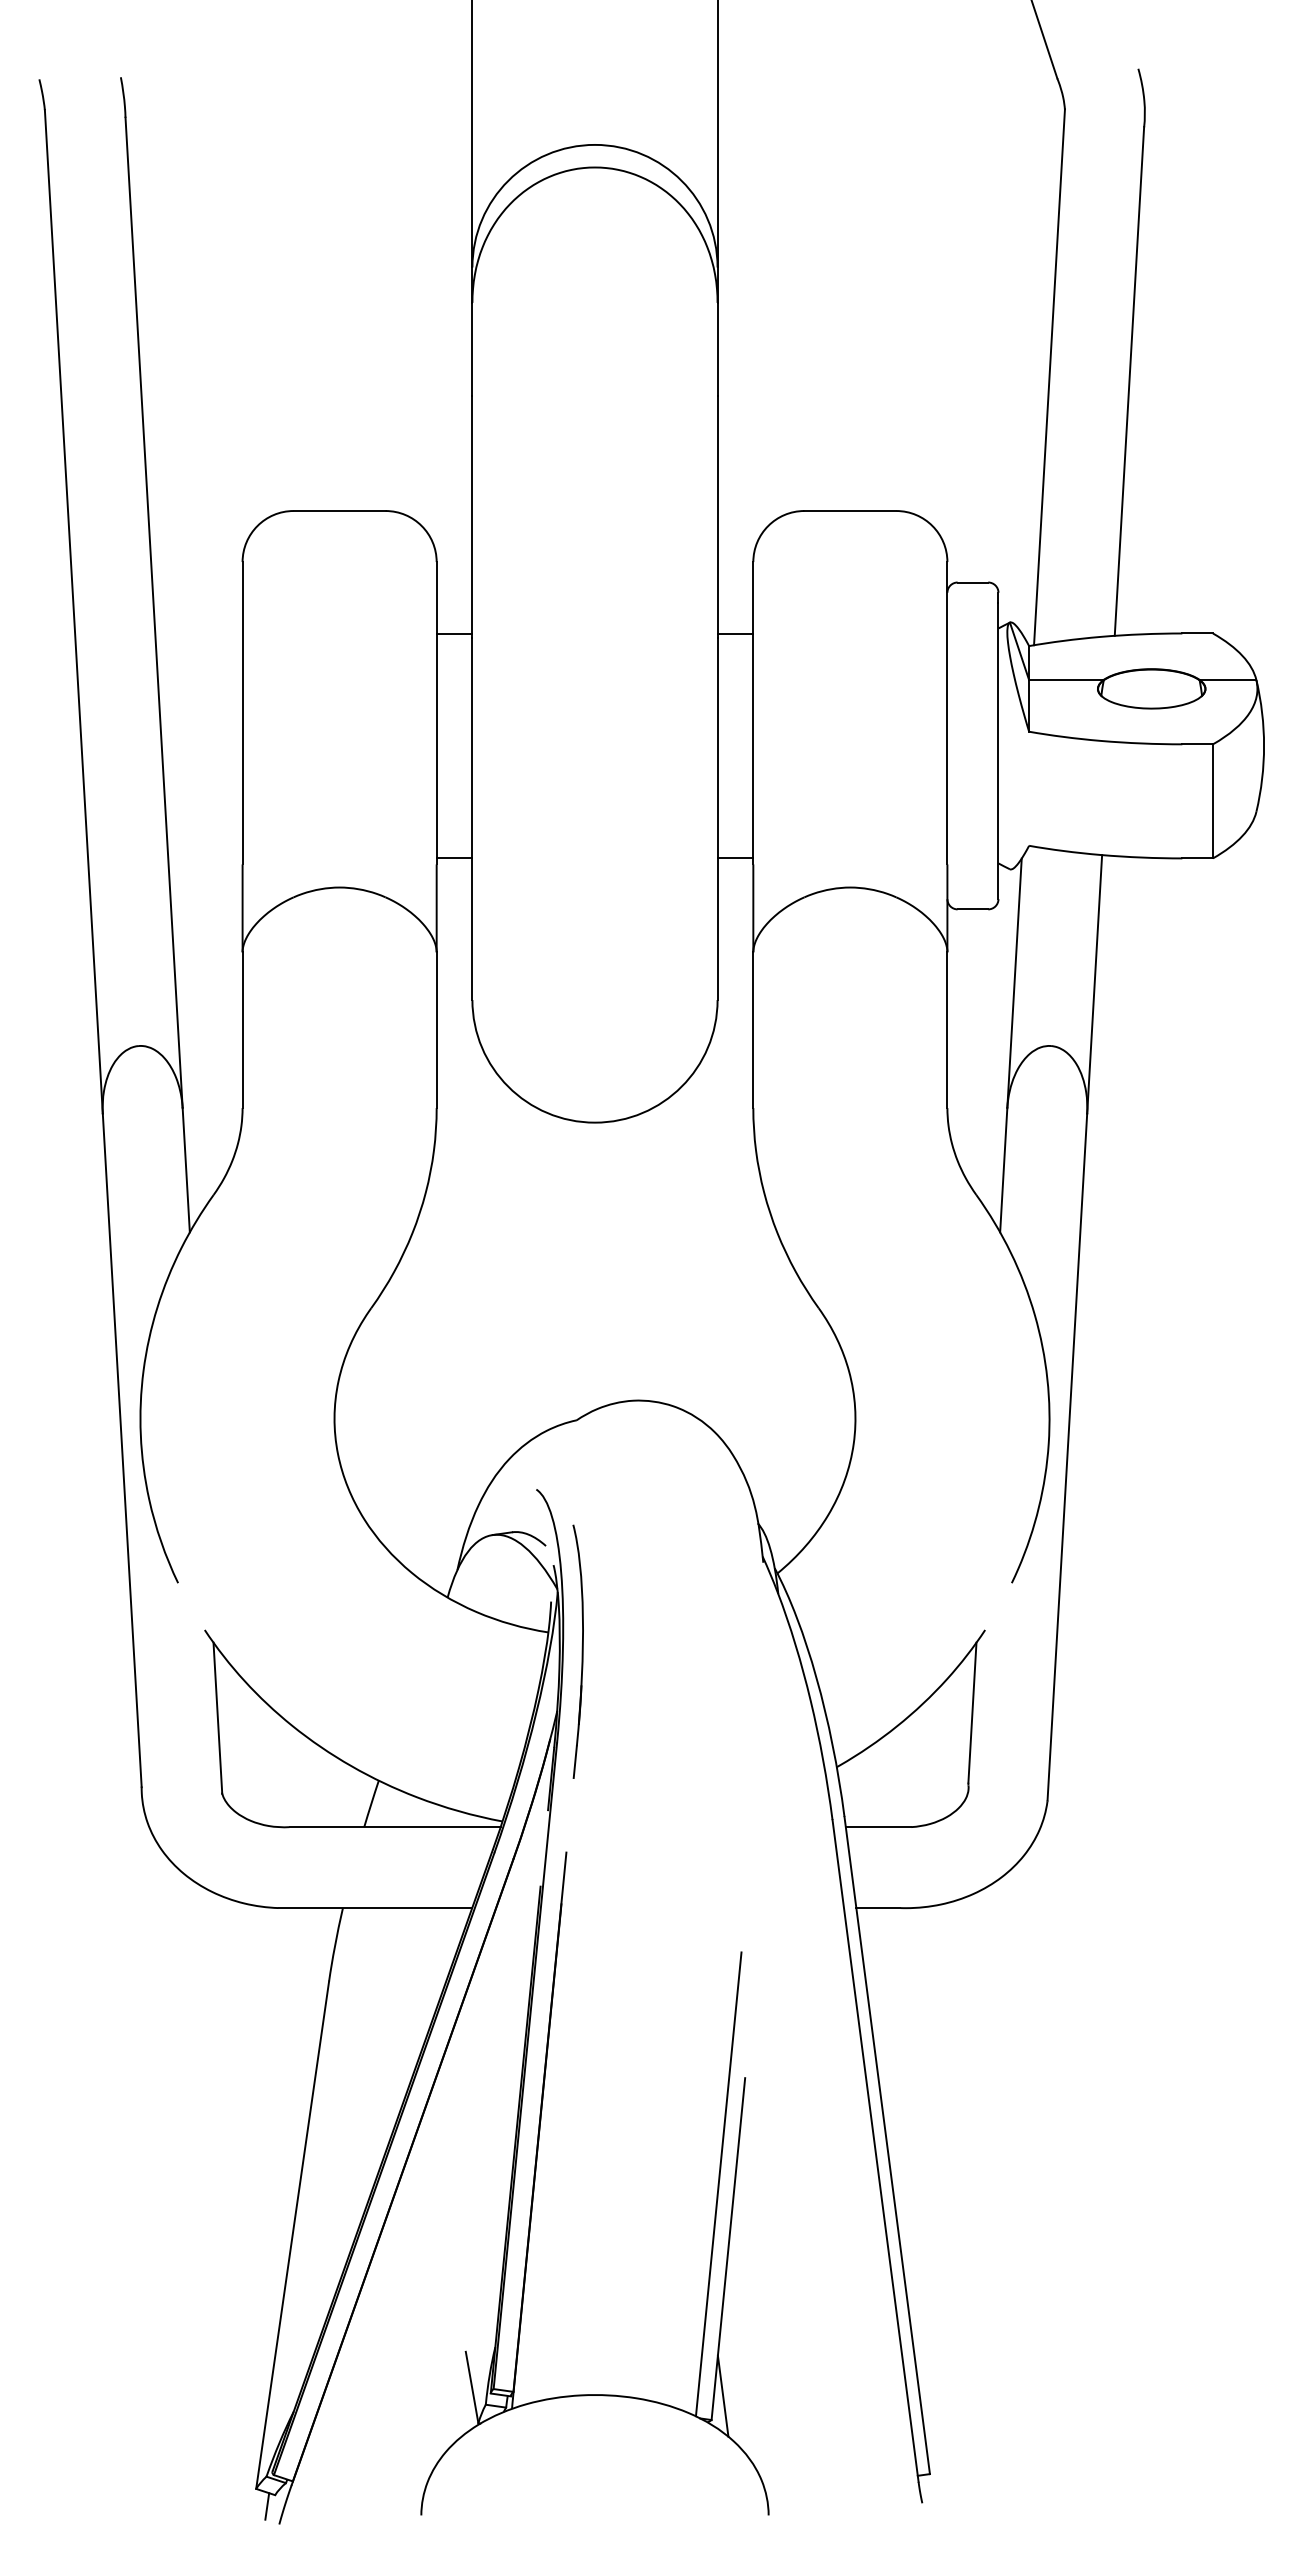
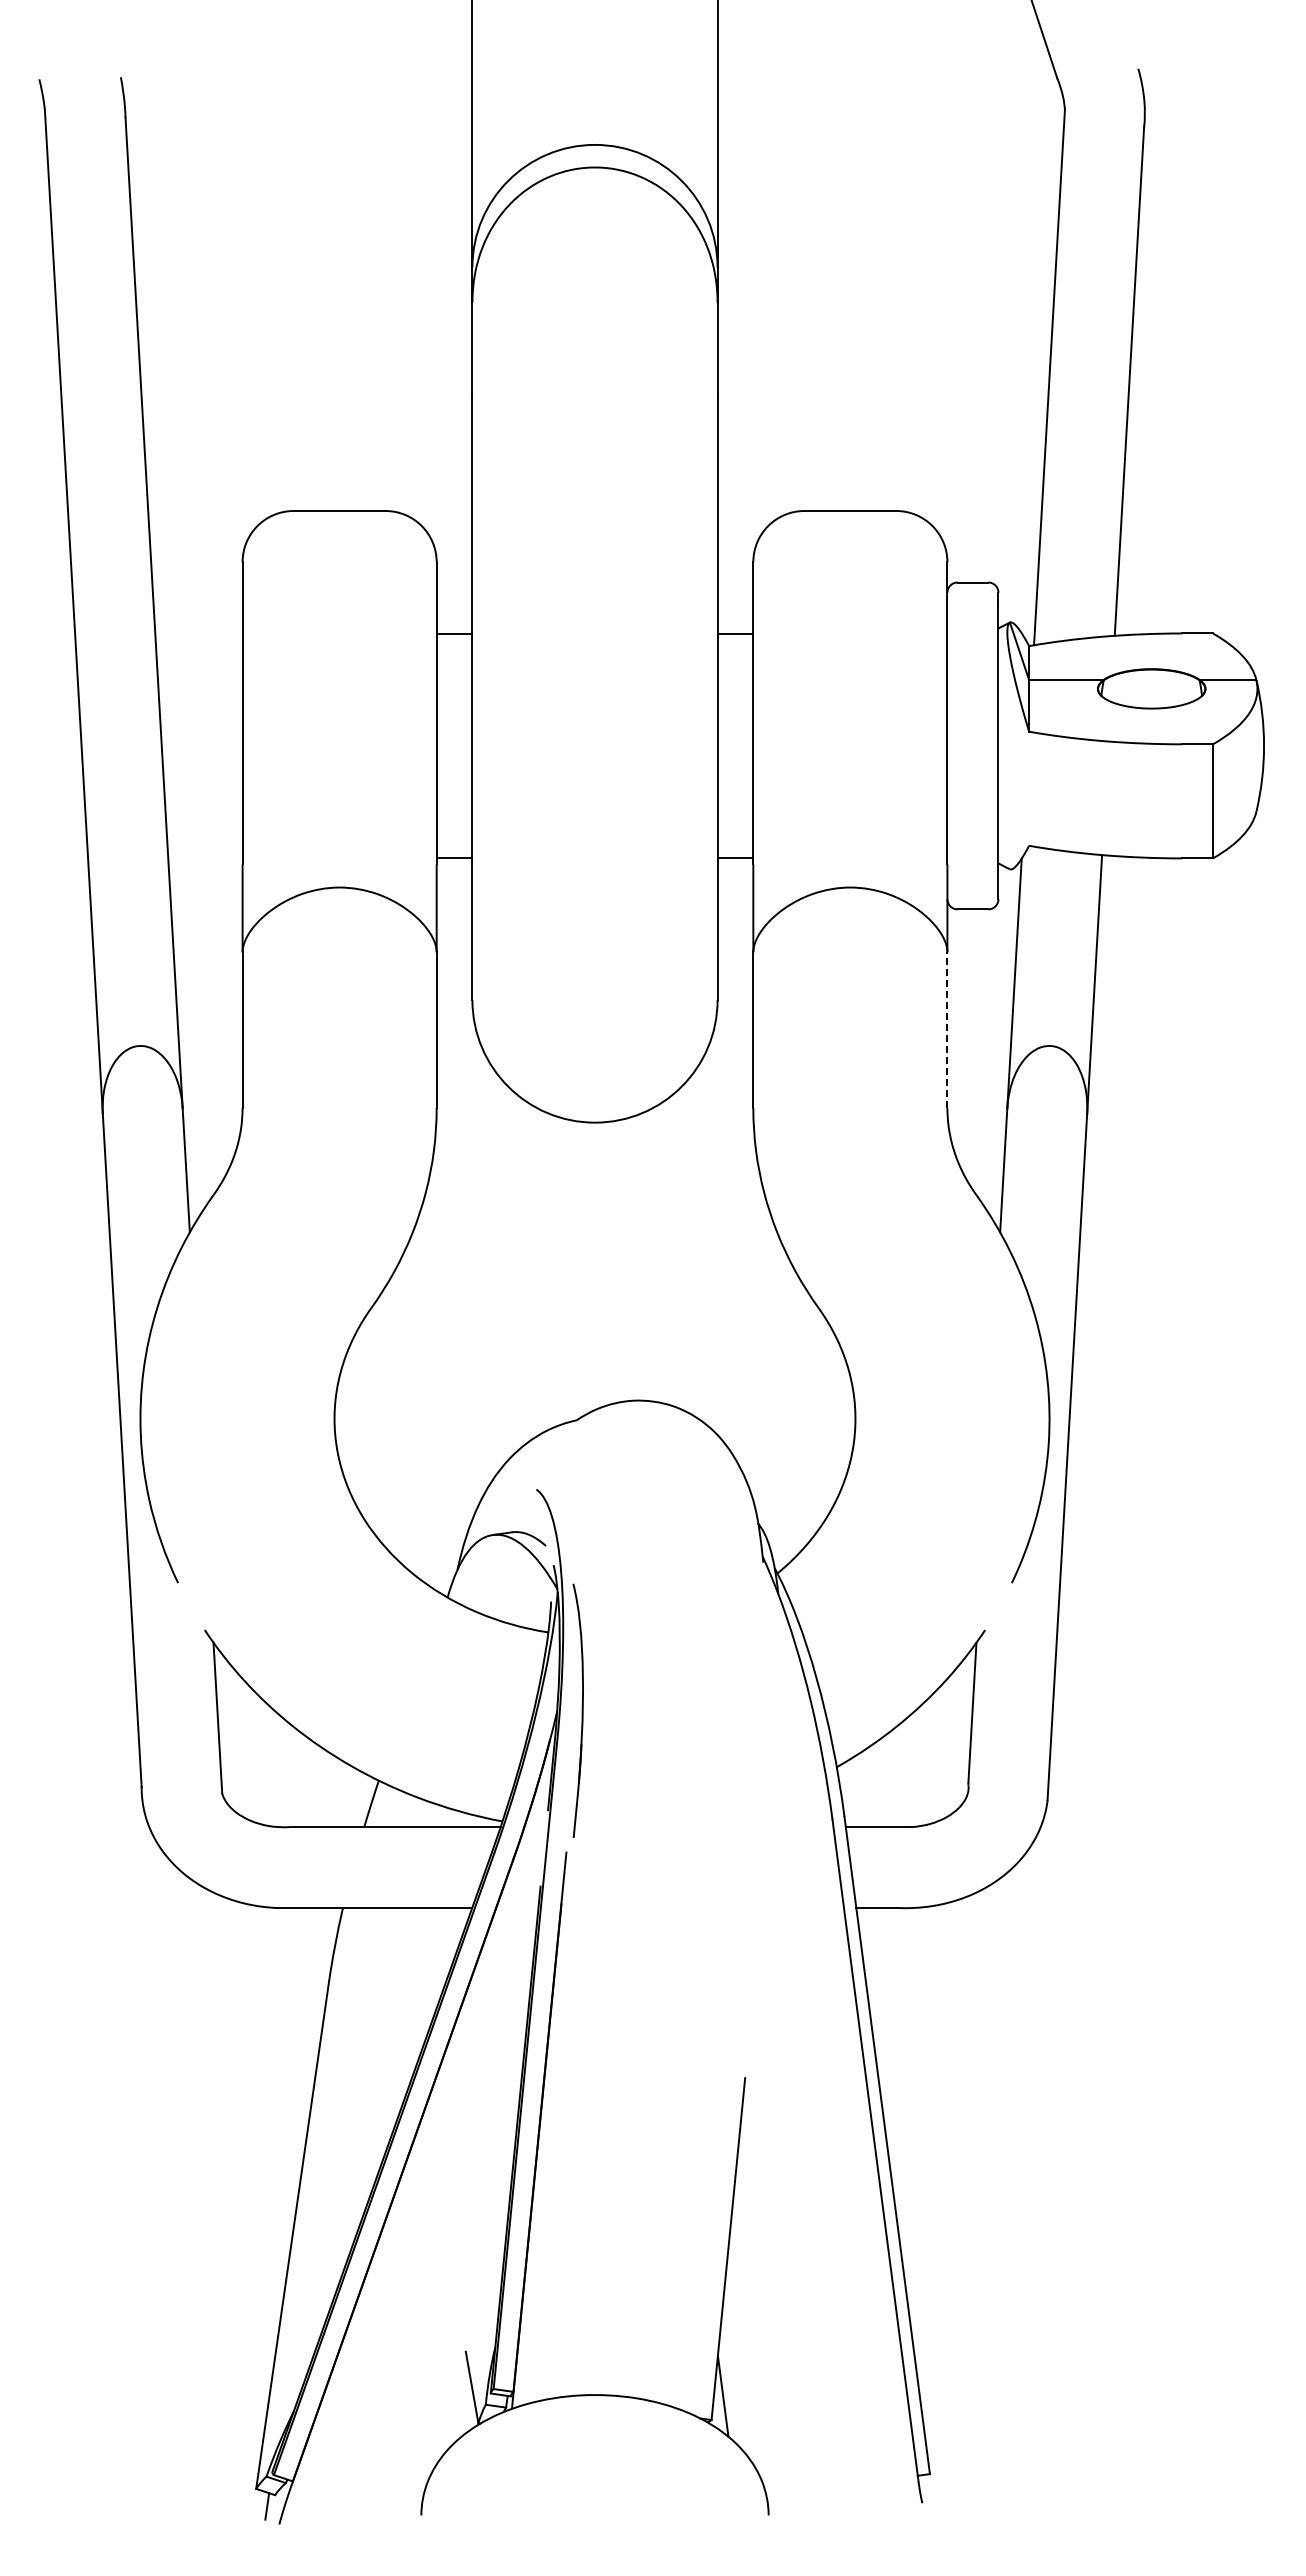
line at (947, 1030): solid -> dashed
part at (577, 1651) position: (577, 1651) -> (577, 1710)
line at (718, 2184): present -> none
